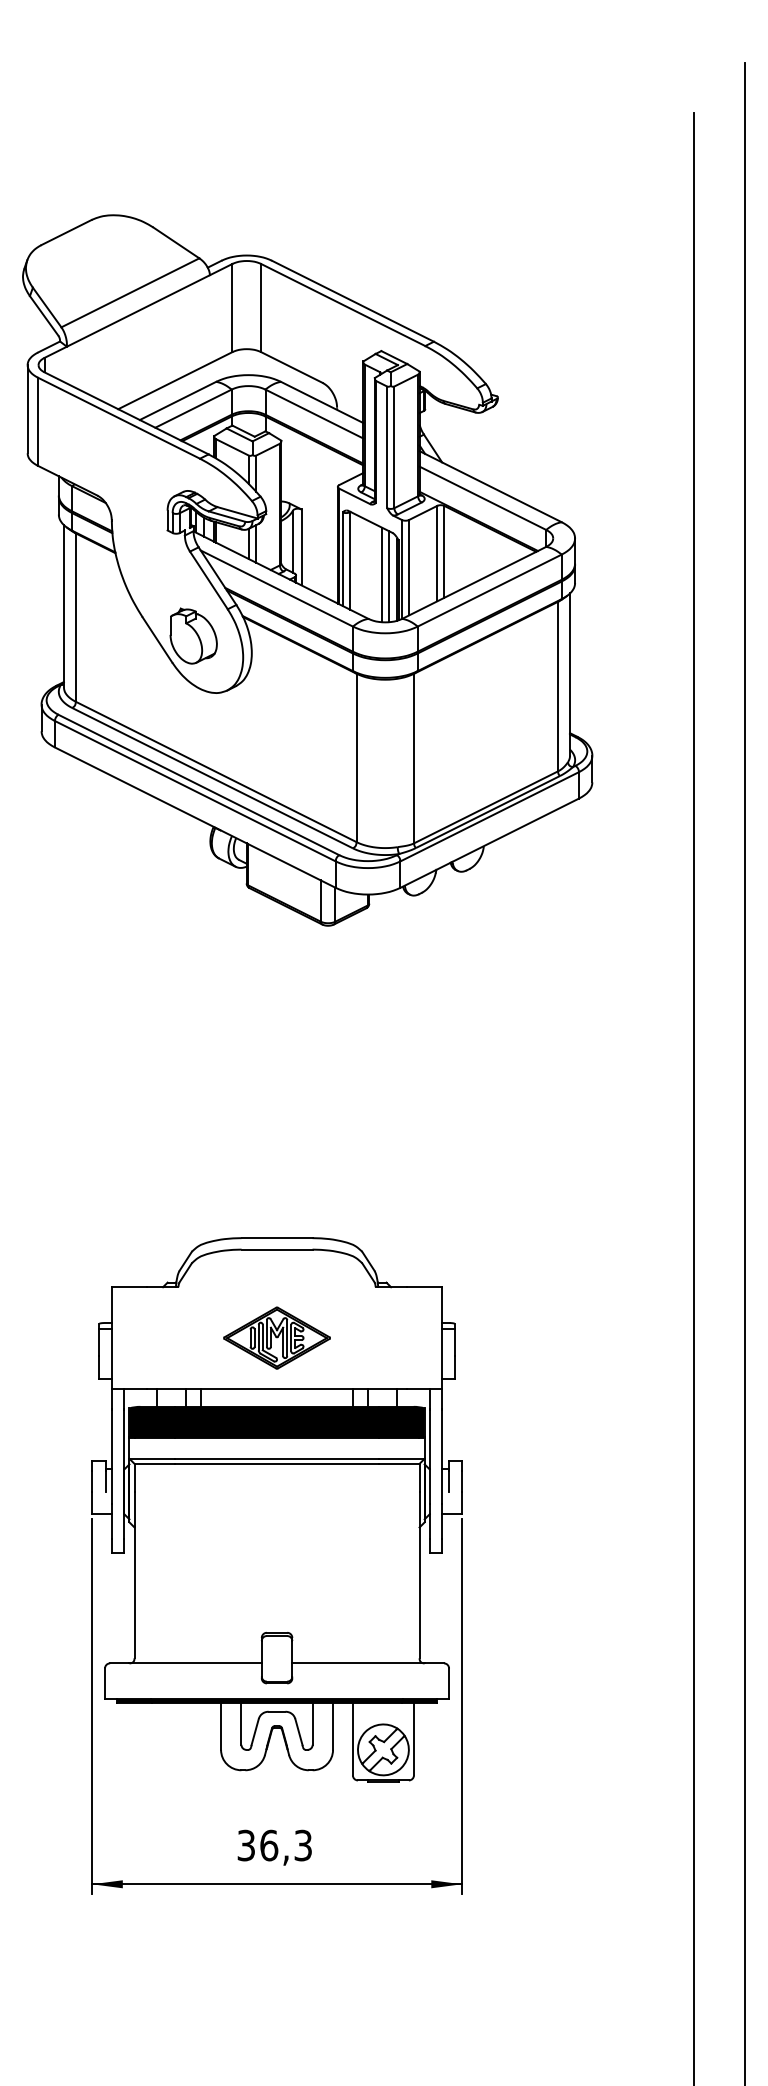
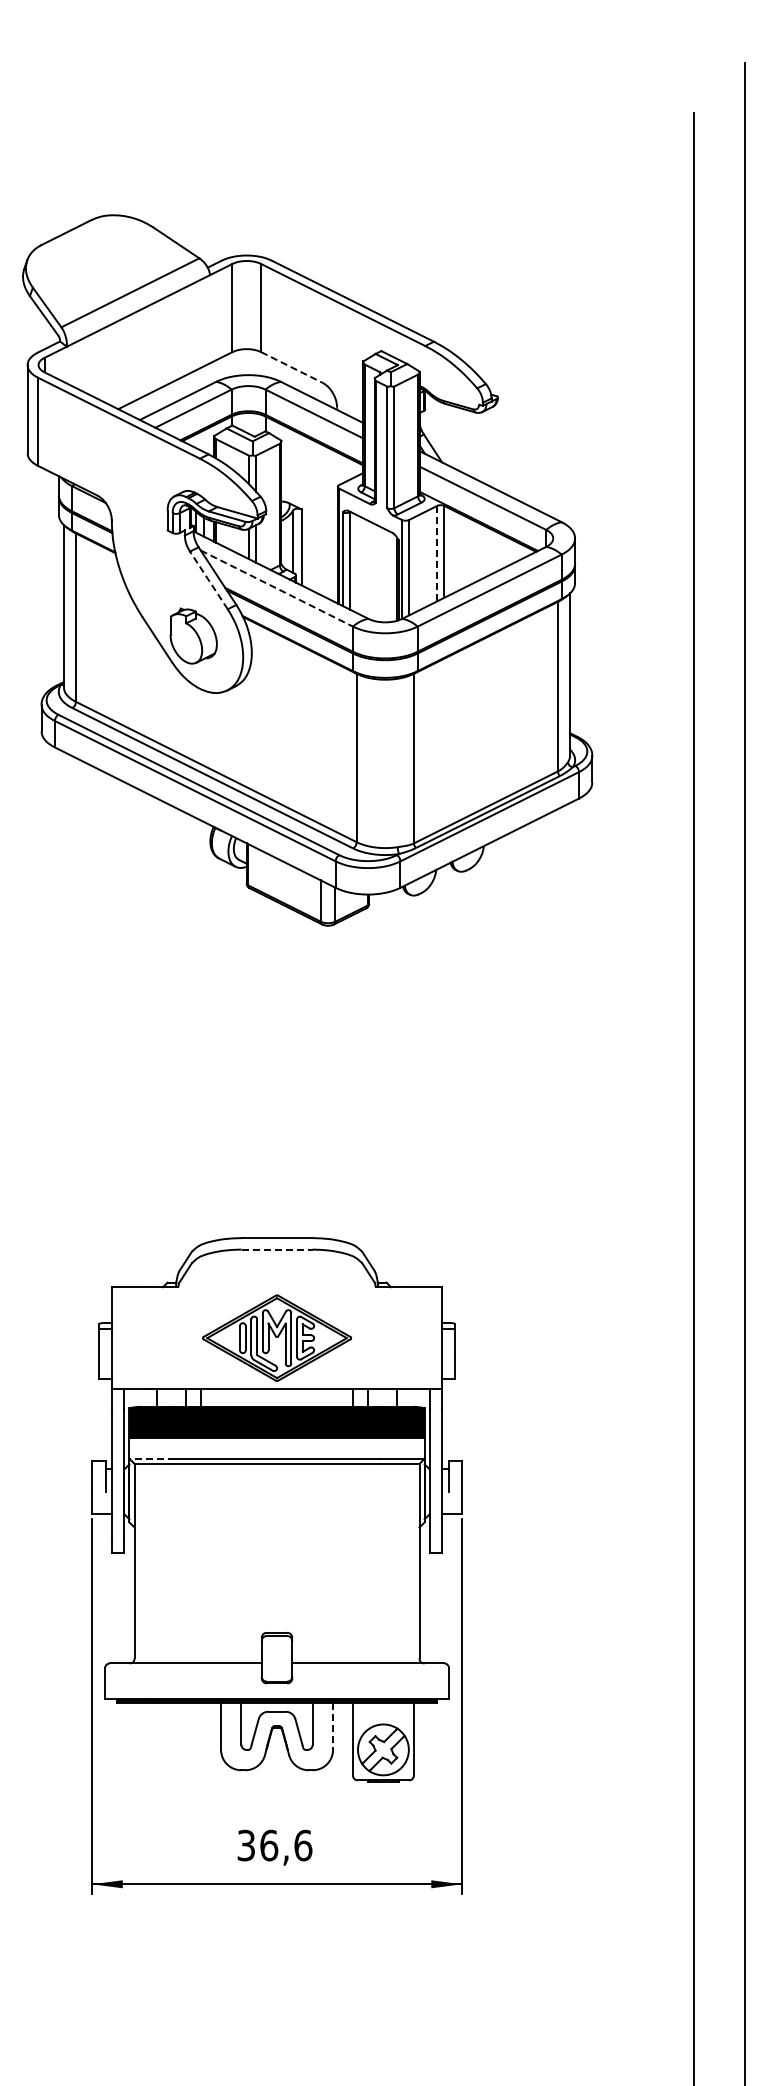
line at (292, 367): solid -> dashed
line at (437, 553): solid -> dashed
line at (381, 574): present -> none
line at (388, 576): present -> none
line at (208, 580): solid -> dashed
line at (277, 588): solid -> dashed
line at (277, 1249): solid -> dashed
part at (276, 1337) size: 108x64 px -> 151x88 px
line at (152, 1458): solid -> dashed
line at (333, 1726): solid -> dashed
text at (303, 1845): 36,3 -> 36,6
